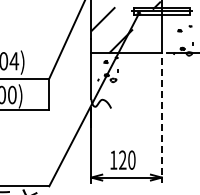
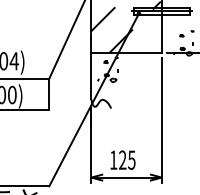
part at (184, 28) position: (184, 28) -> (186, 33)
line at (161, 120): dashed -> solid
text at (131, 159): 120 -> 125
